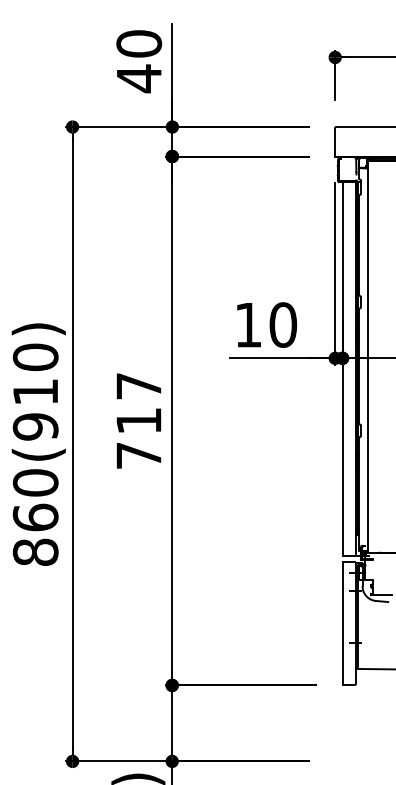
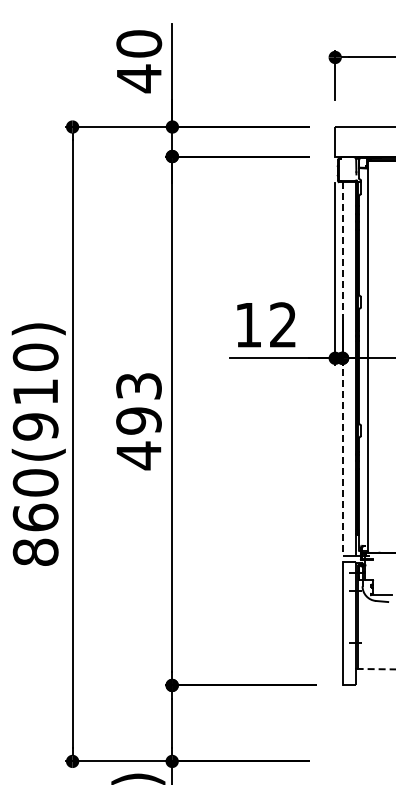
text at (283, 324): 10 -> 12
line at (342, 369): solid -> dashed
text at (138, 421): 717 -> 493
line at (376, 669): solid -> dashed
